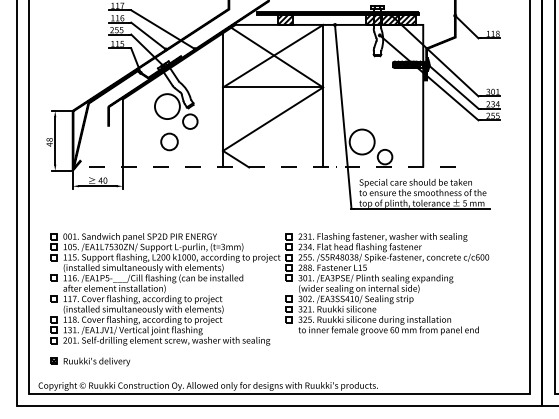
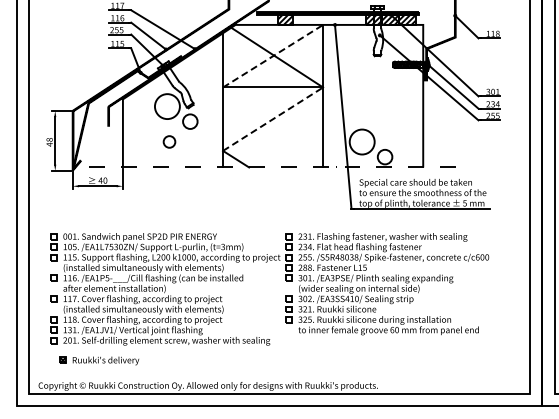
line at (273, 55): solid -> dashed
line at (273, 118): solid -> dashed
circle at (169, 141) size: 19x20 px -> 15x14 px
part at (90, 361) position: (90, 361) -> (99, 360)
